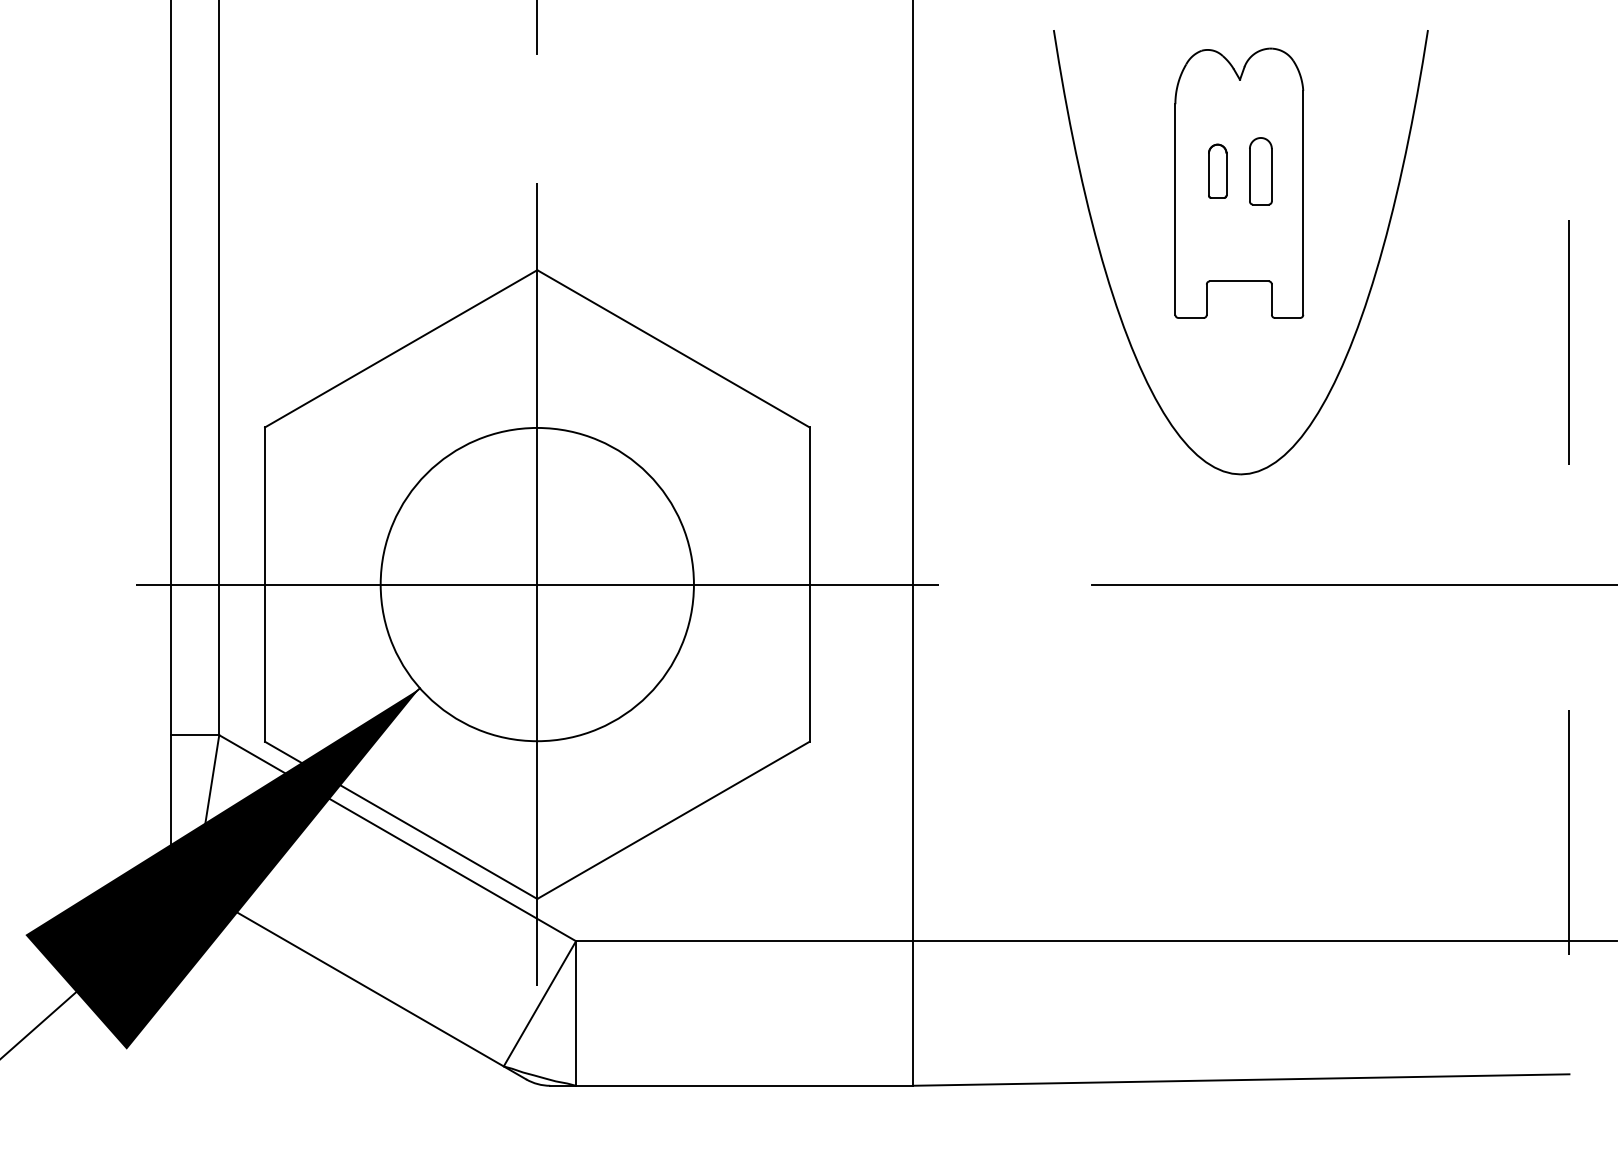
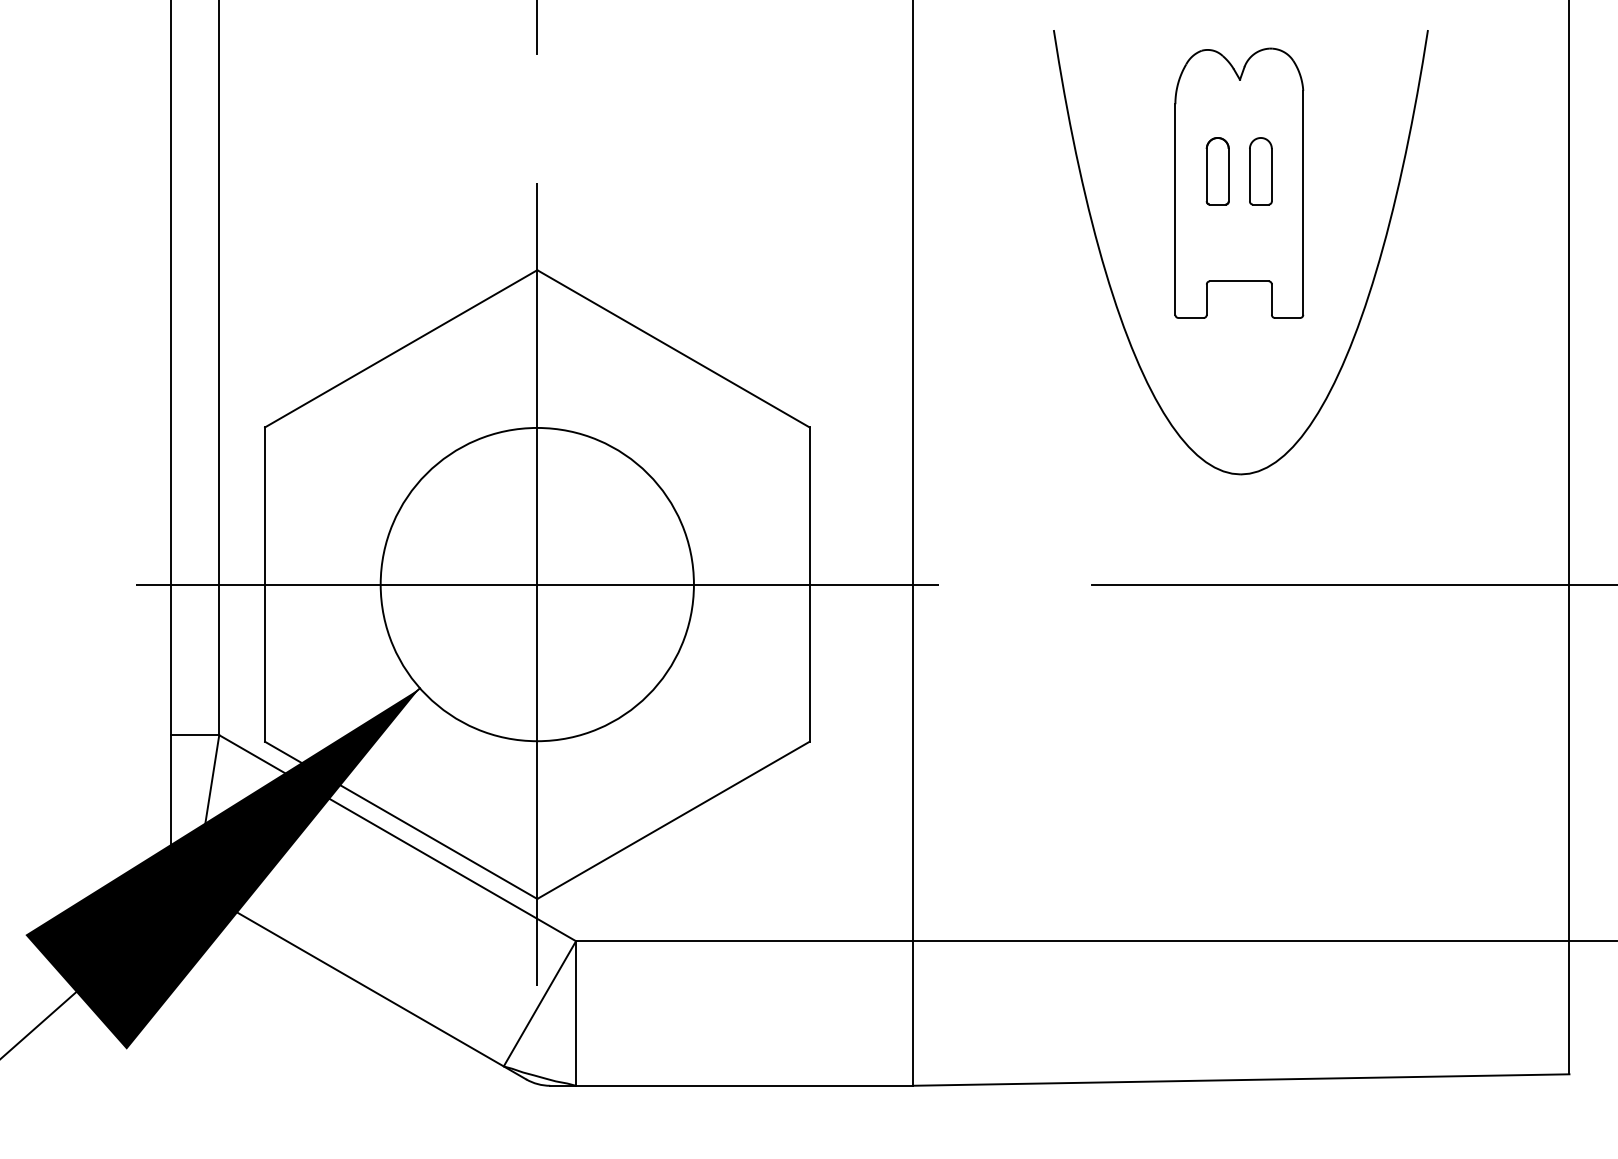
part at (1217, 170) size: 20x56 px -> 25x69 px
line at (1569, 537): dashed -> solid
